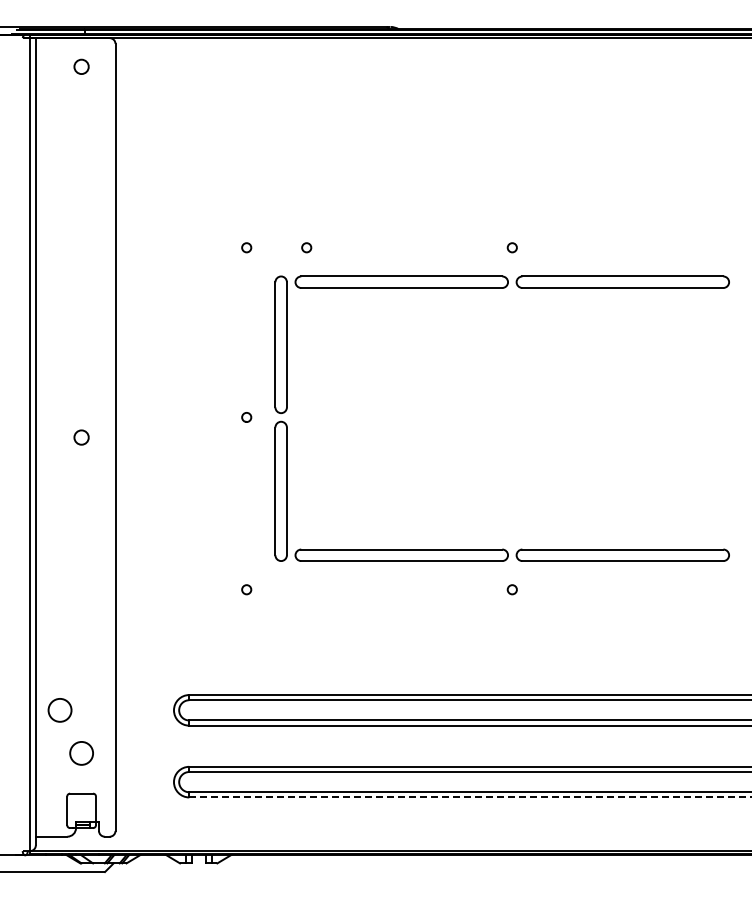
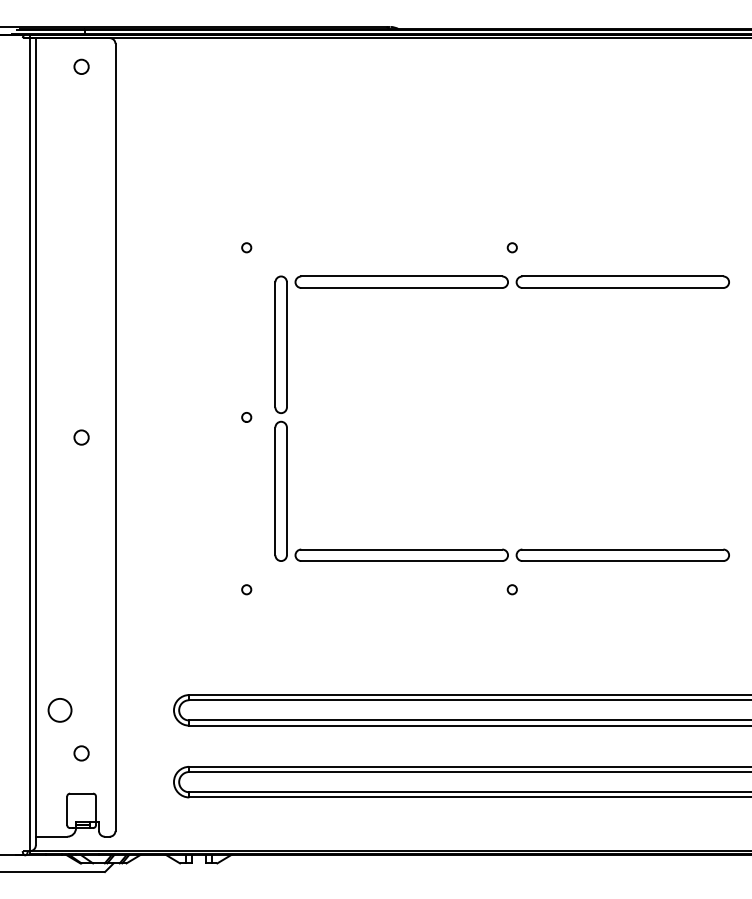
circle at (306, 247): present -> none
circle at (81, 753) size: 25x25 px -> 17x17 px
line at (471, 797): dashed -> solid
